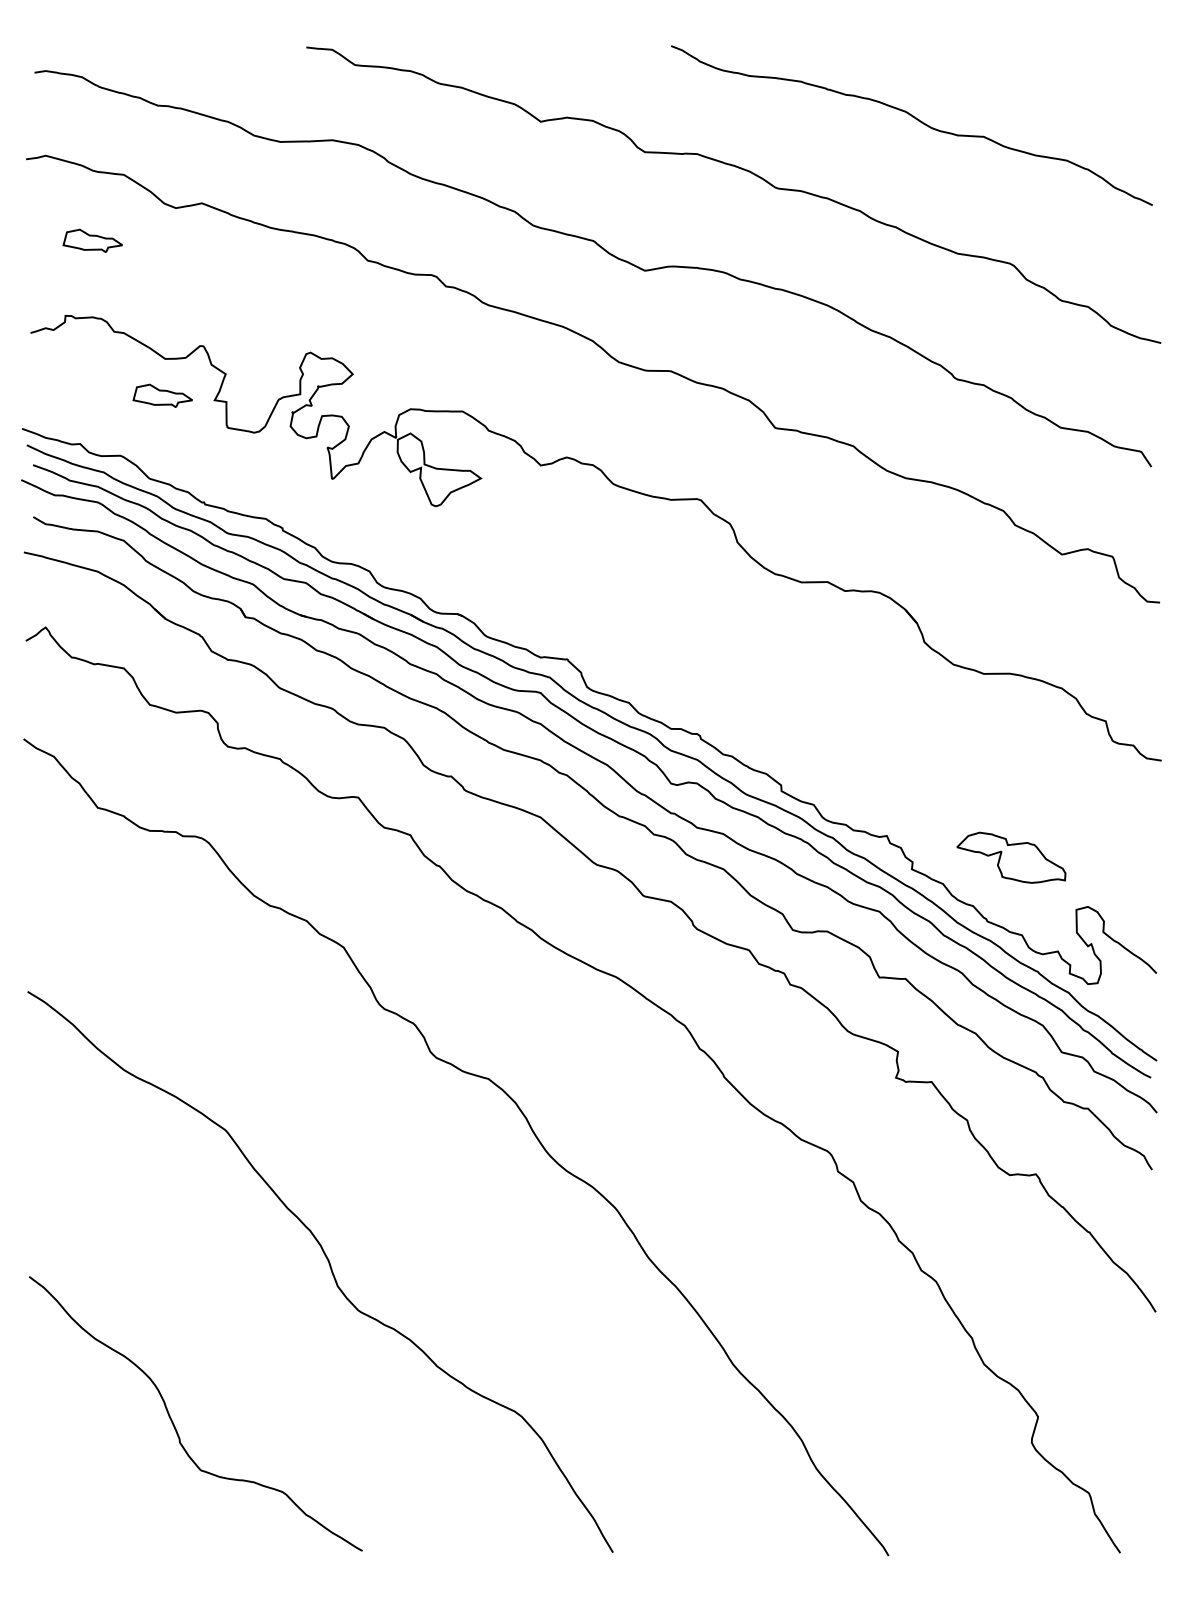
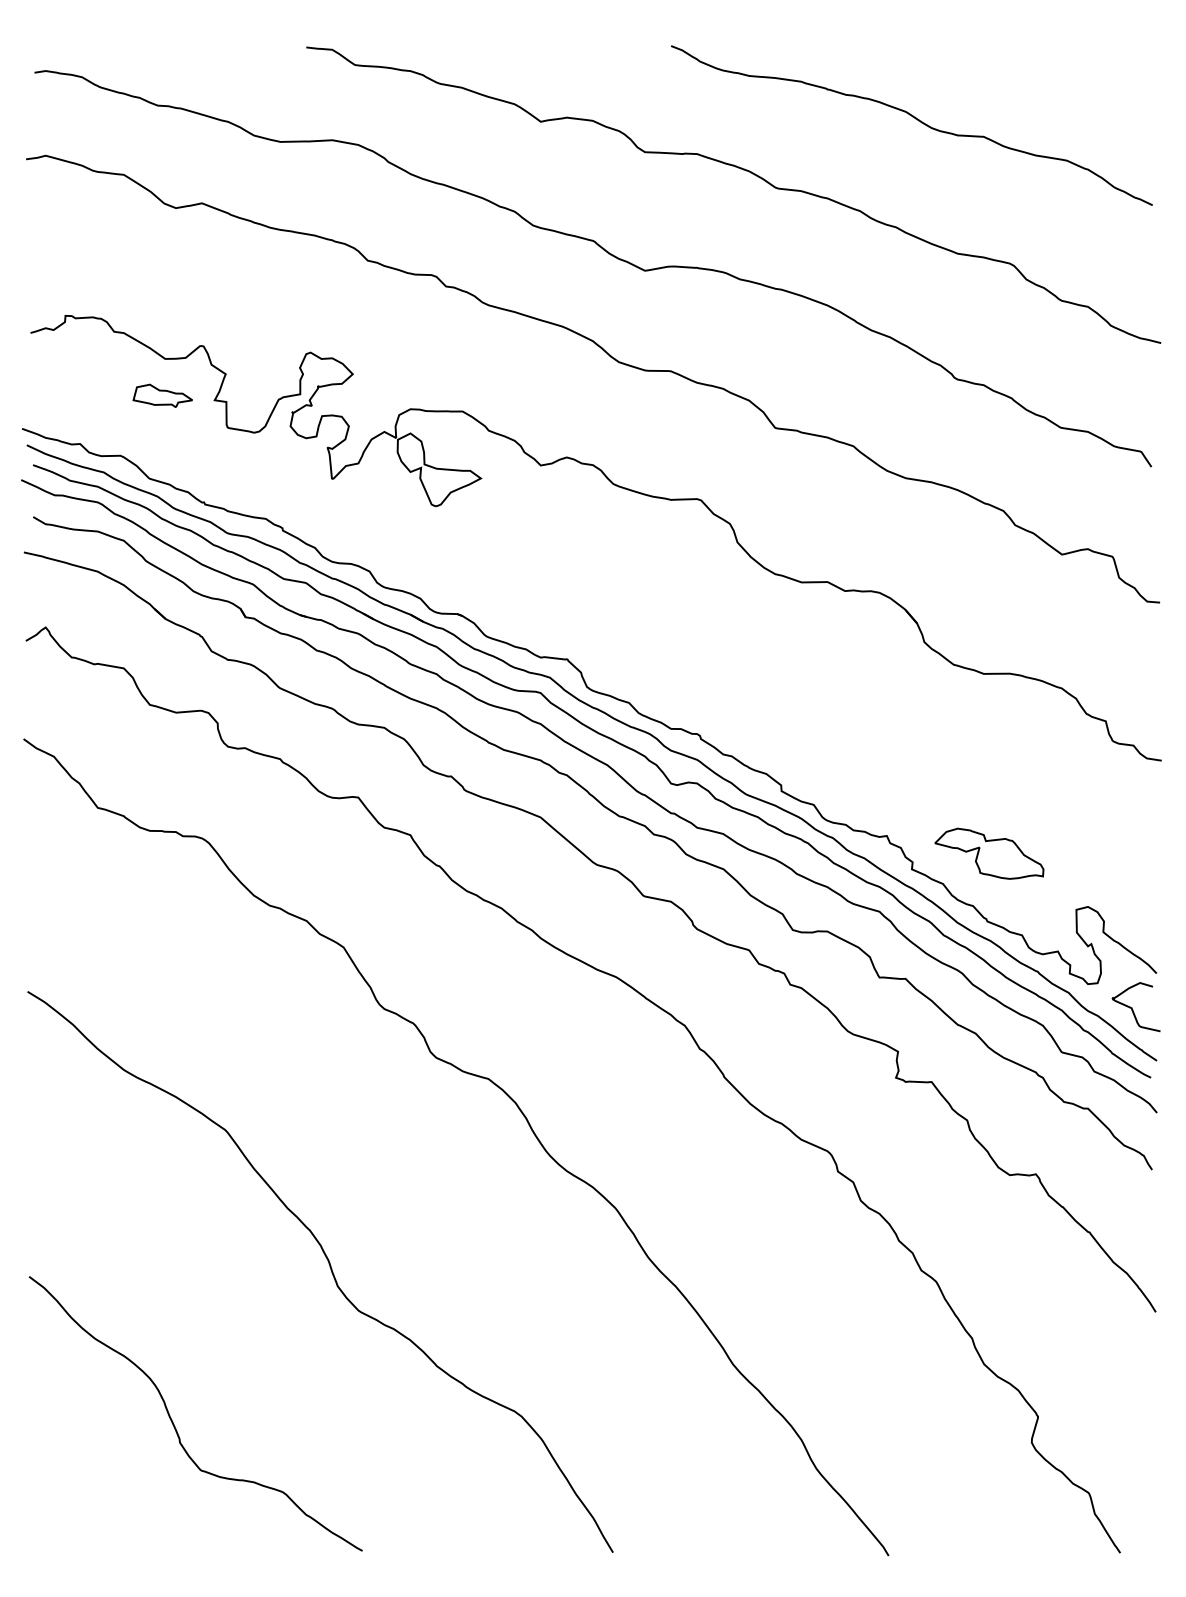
part at (92, 240): present -> none
part at (1011, 857) position: (1011, 857) -> (989, 853)
curve at (1133, 1009): none -> present
